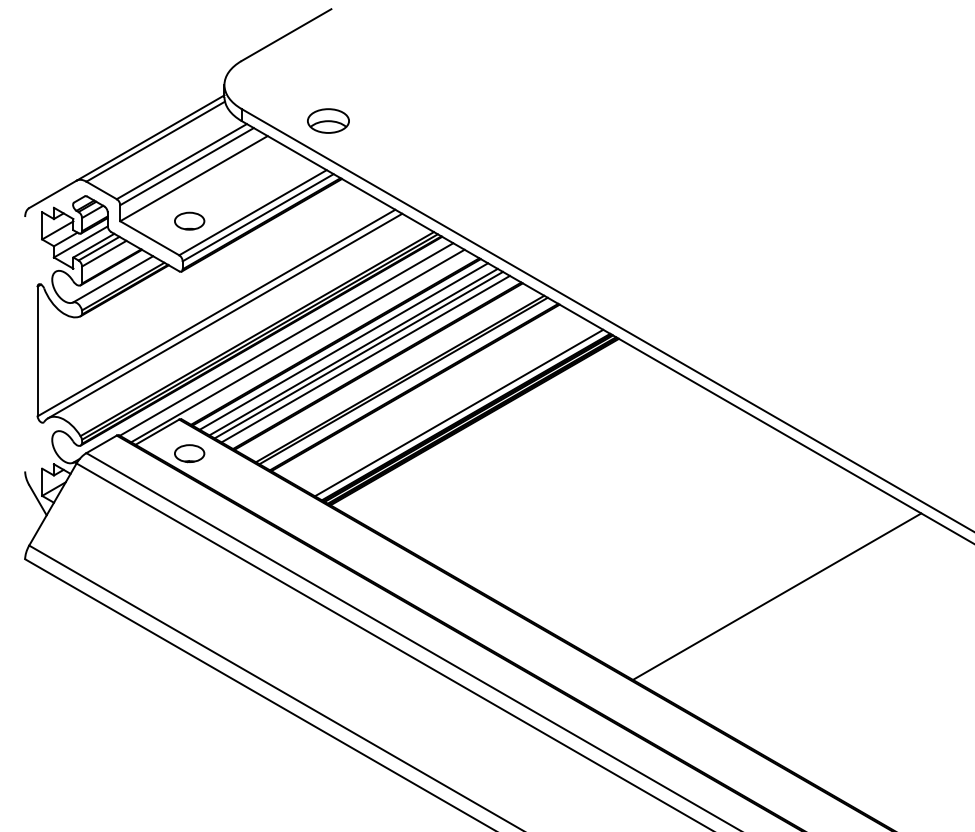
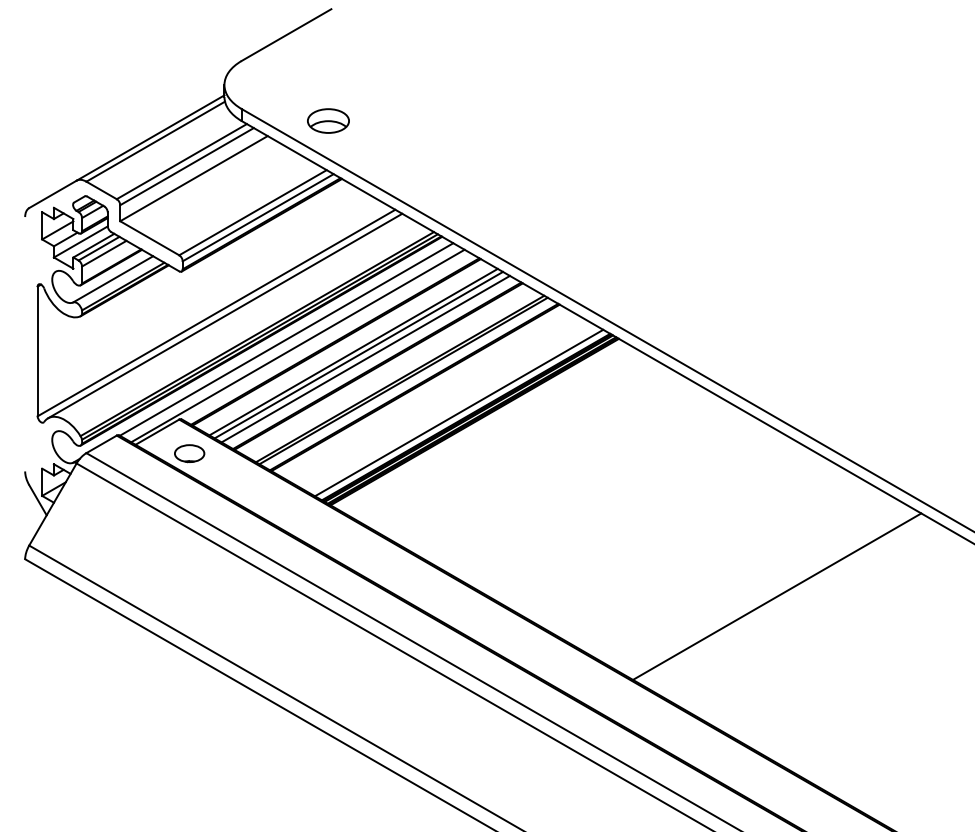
part at (189, 220): present -> none
line at (343, 346): present -> none
